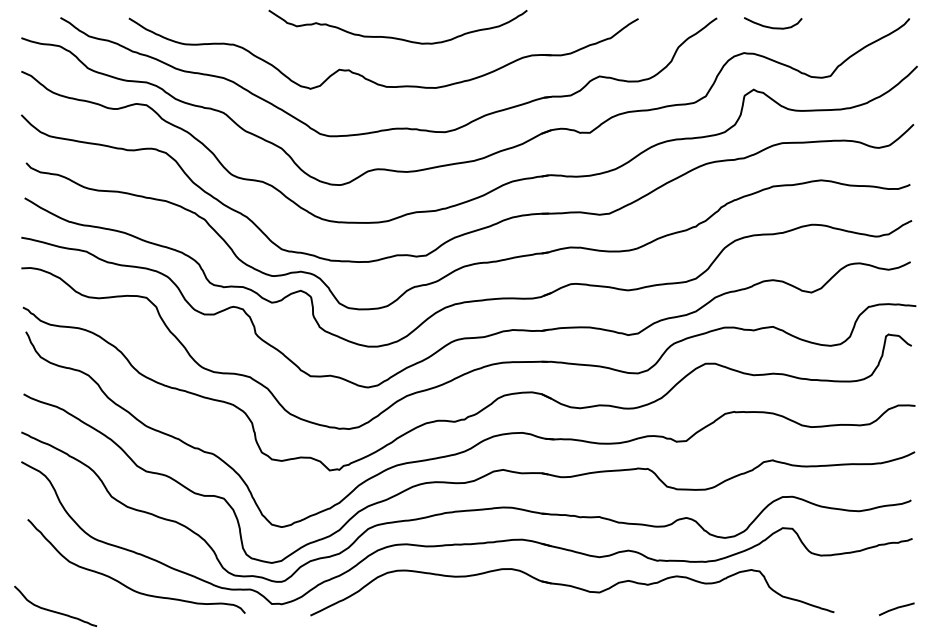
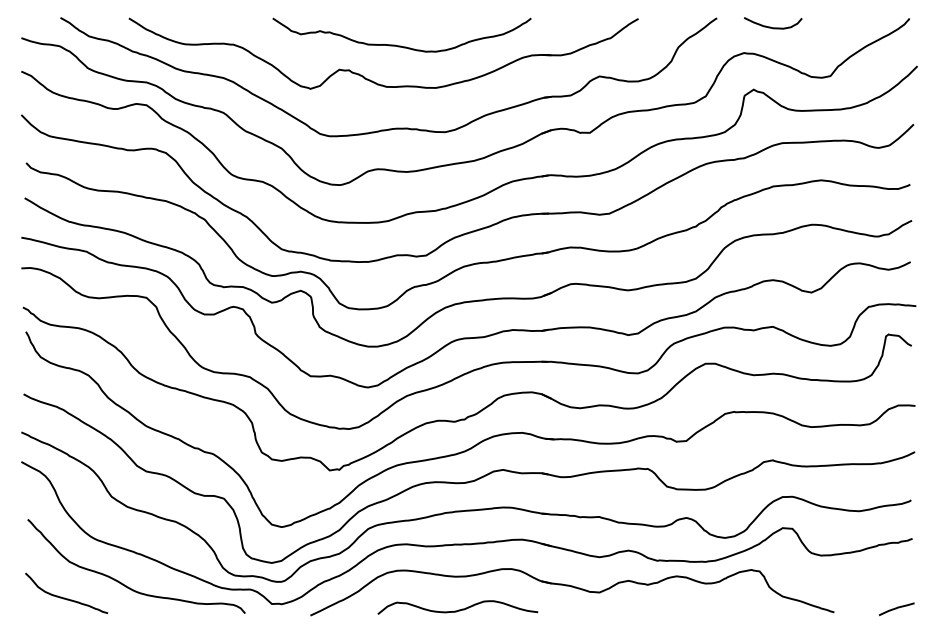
curve at (397, 37) position: (397, 37) -> (401, 45)
curve at (458, 609): none -> present
curve at (53, 610) position: (53, 610) -> (64, 597)
